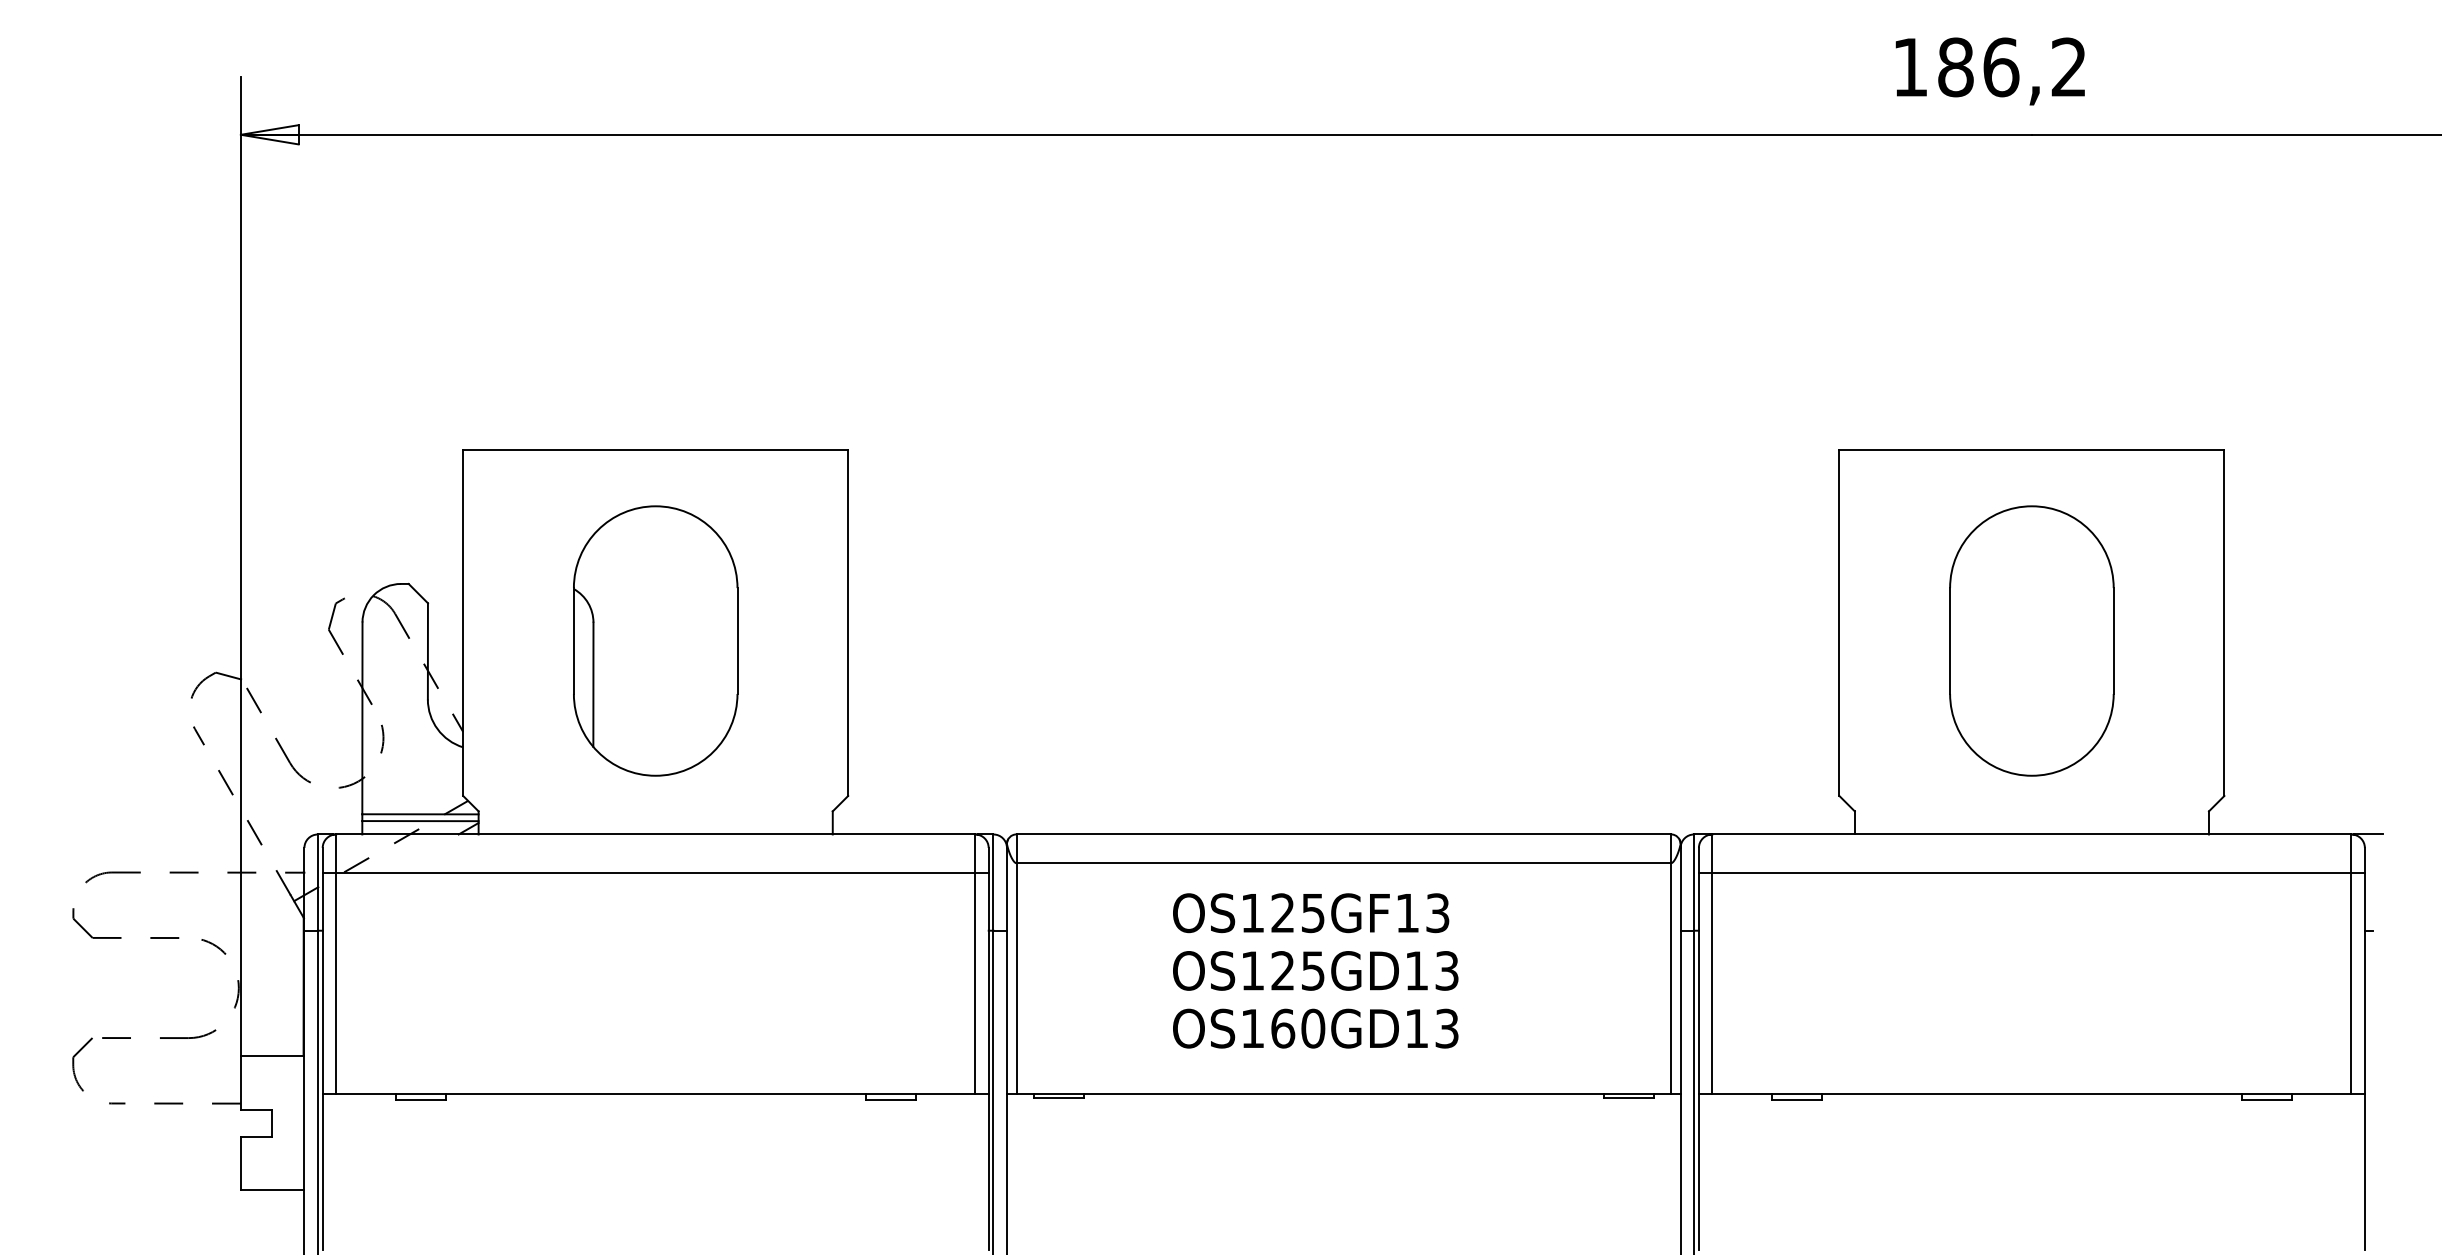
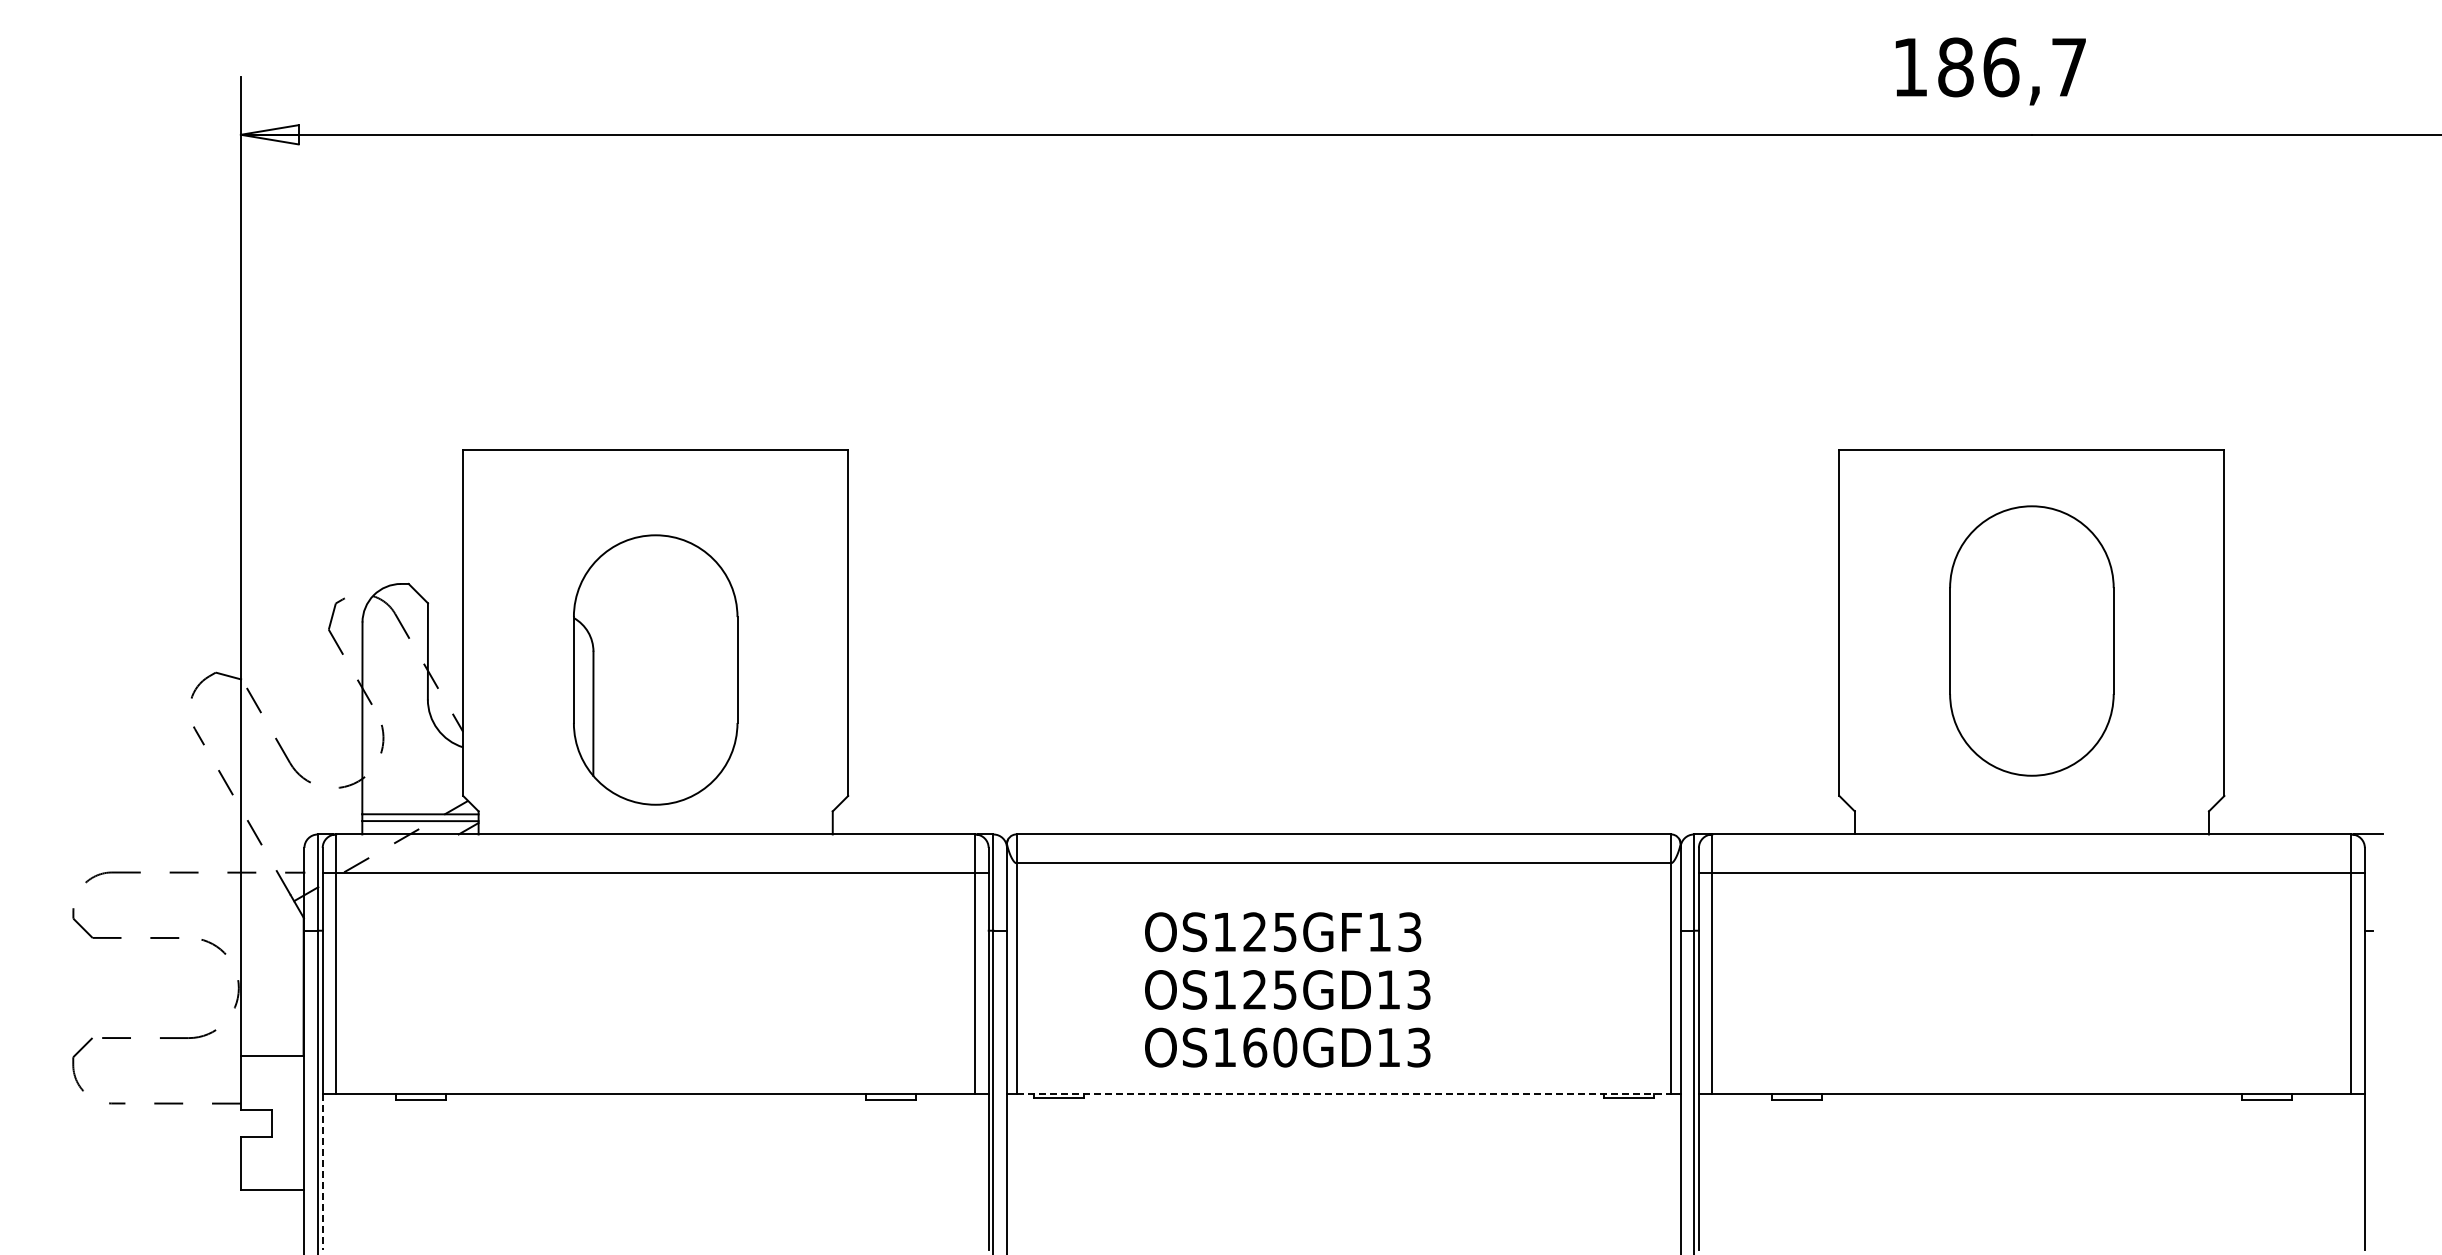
text at (2068, 66): 186,2 -> 186,7
part at (655, 640) position: (655, 640) -> (655, 669)
text at (1315, 970) position: (1315, 970) -> (1287, 989)
line at (1344, 1094): solid -> dashed
line at (322, 1172): solid -> dashed
